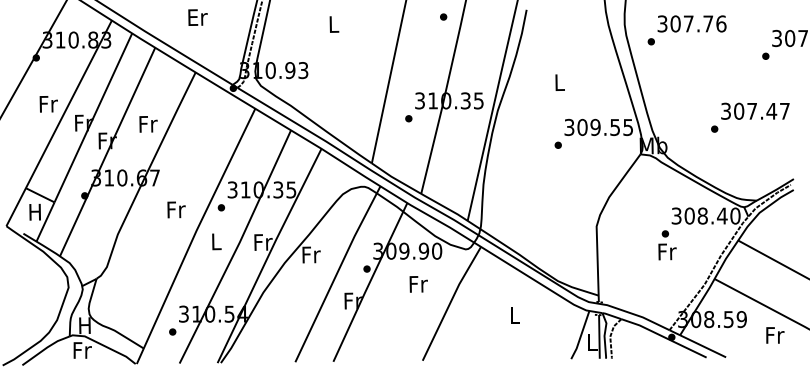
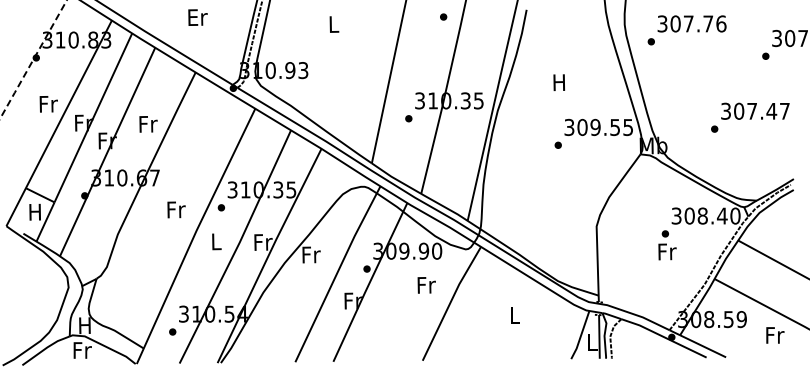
line at (33, 59): solid -> dashed
text at (558, 82): L -> H
text at (418, 284) position: (418, 284) -> (426, 285)
